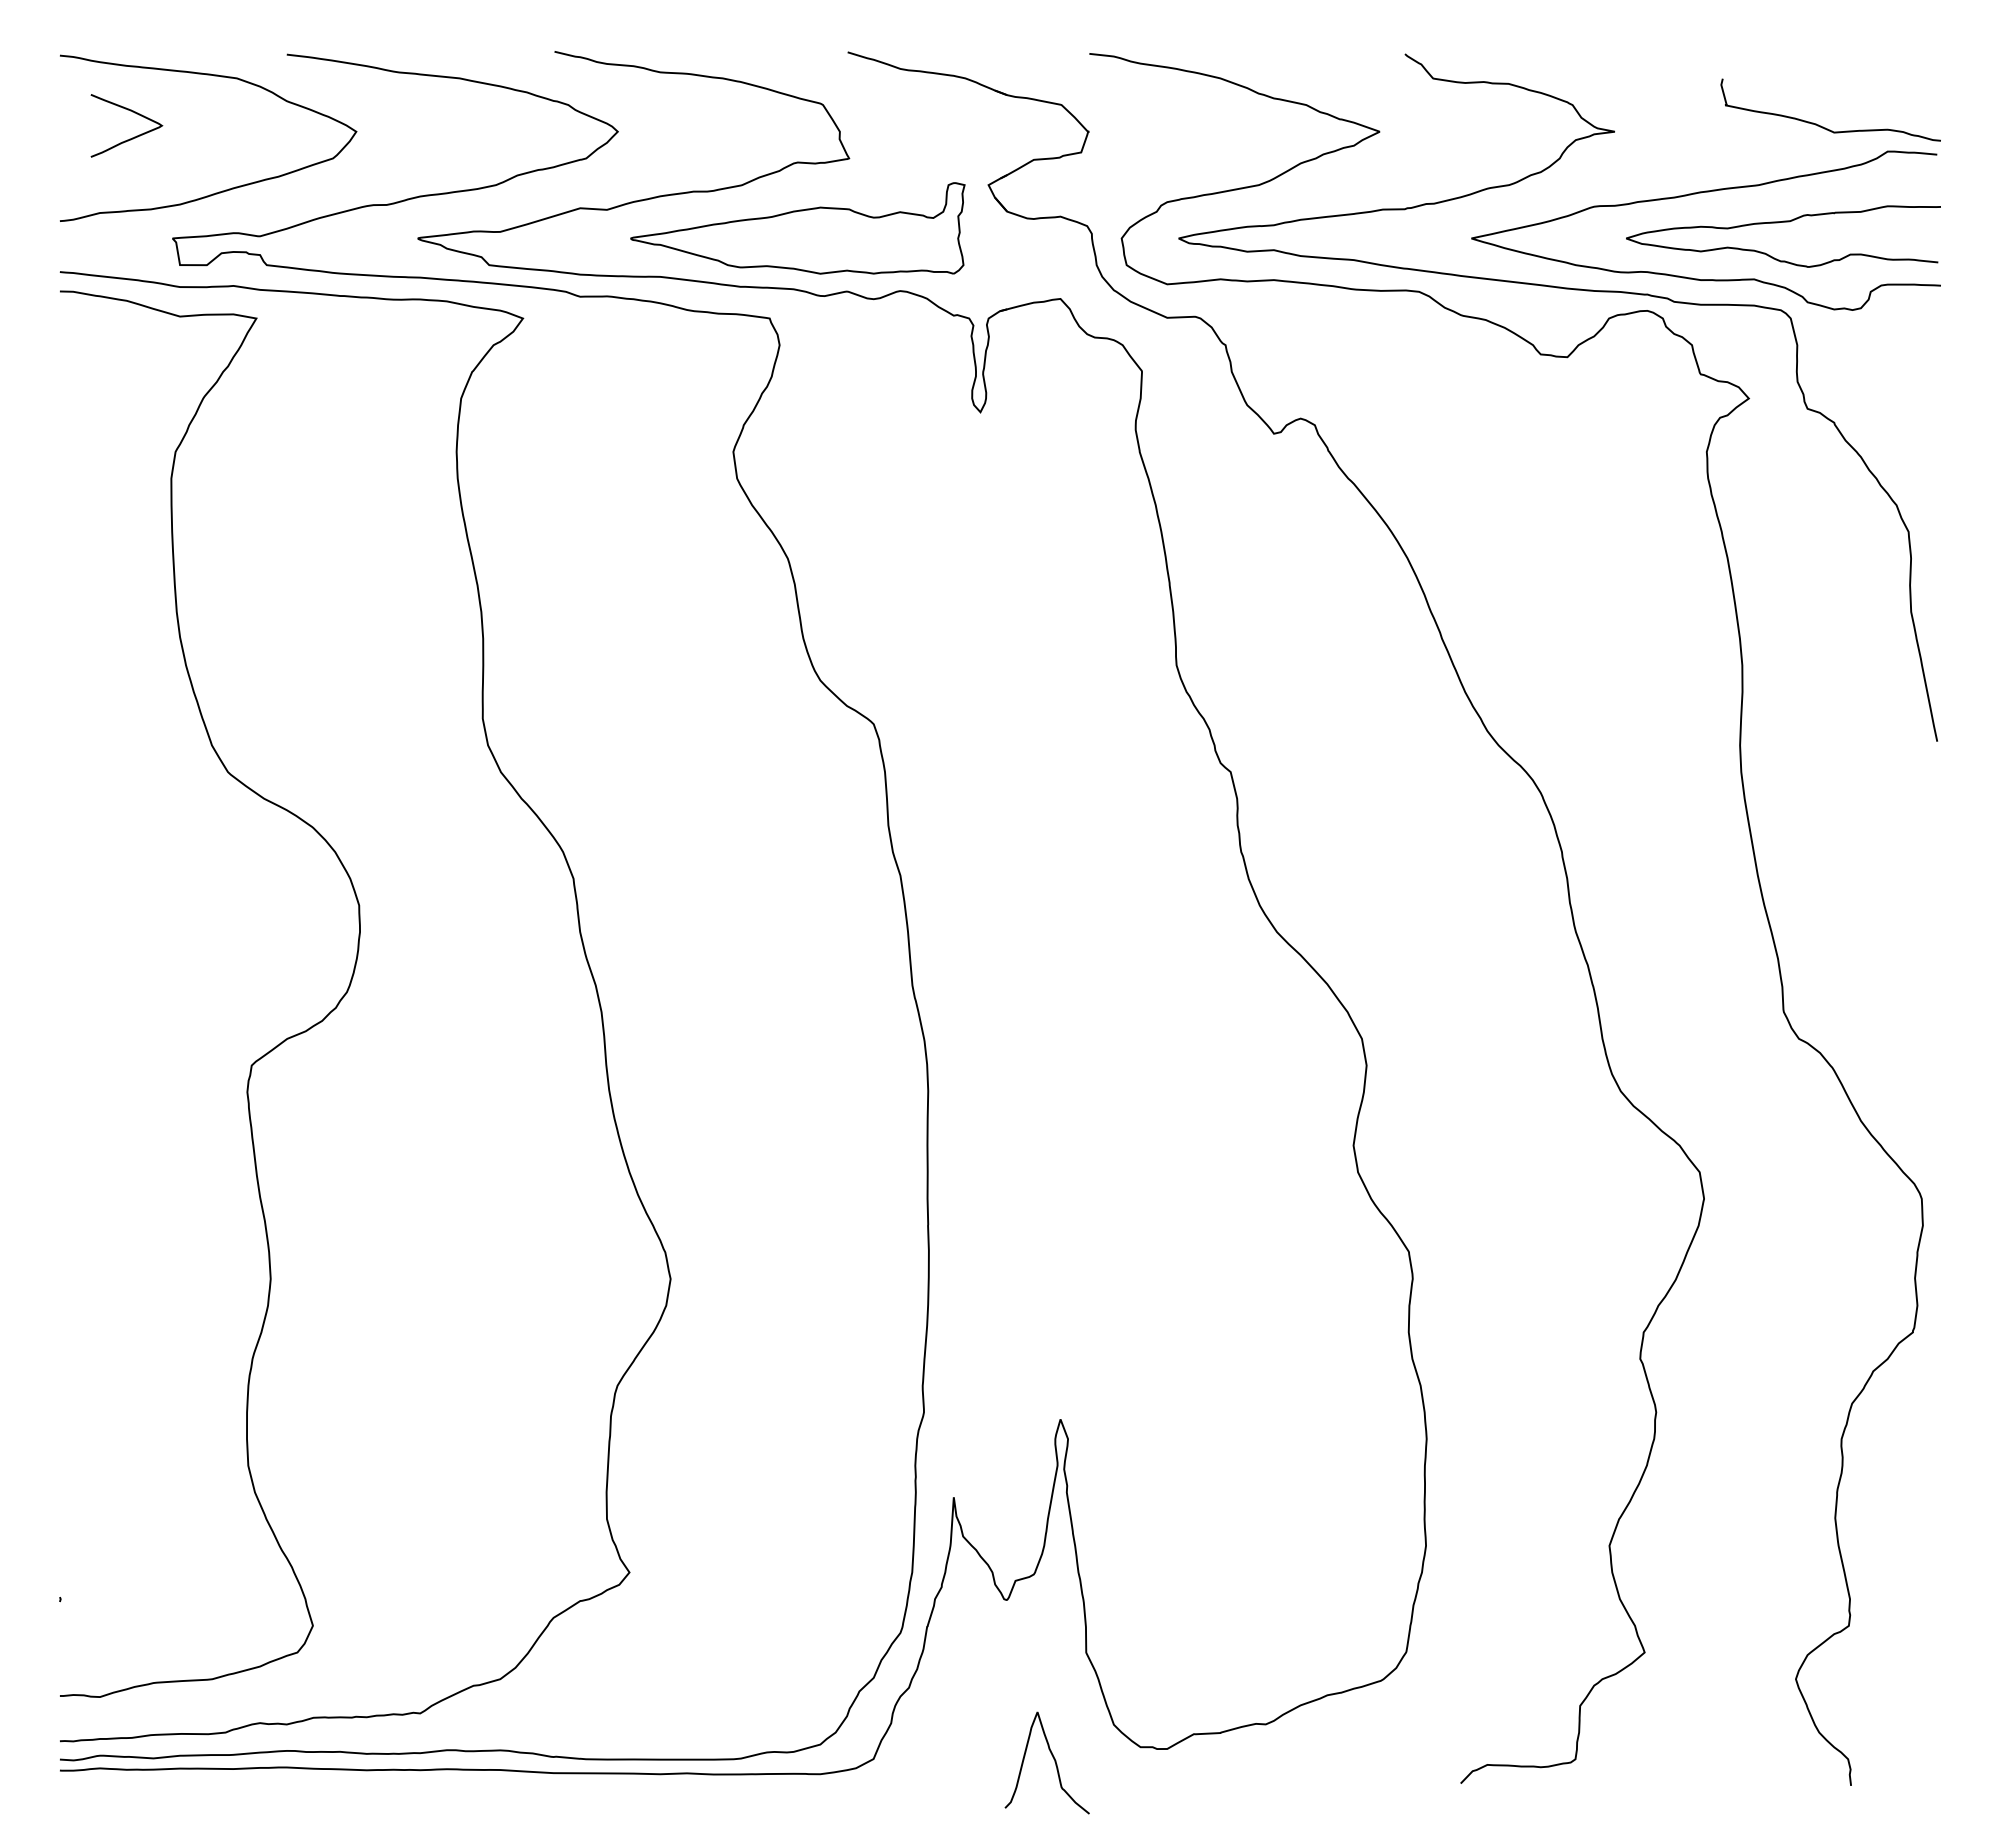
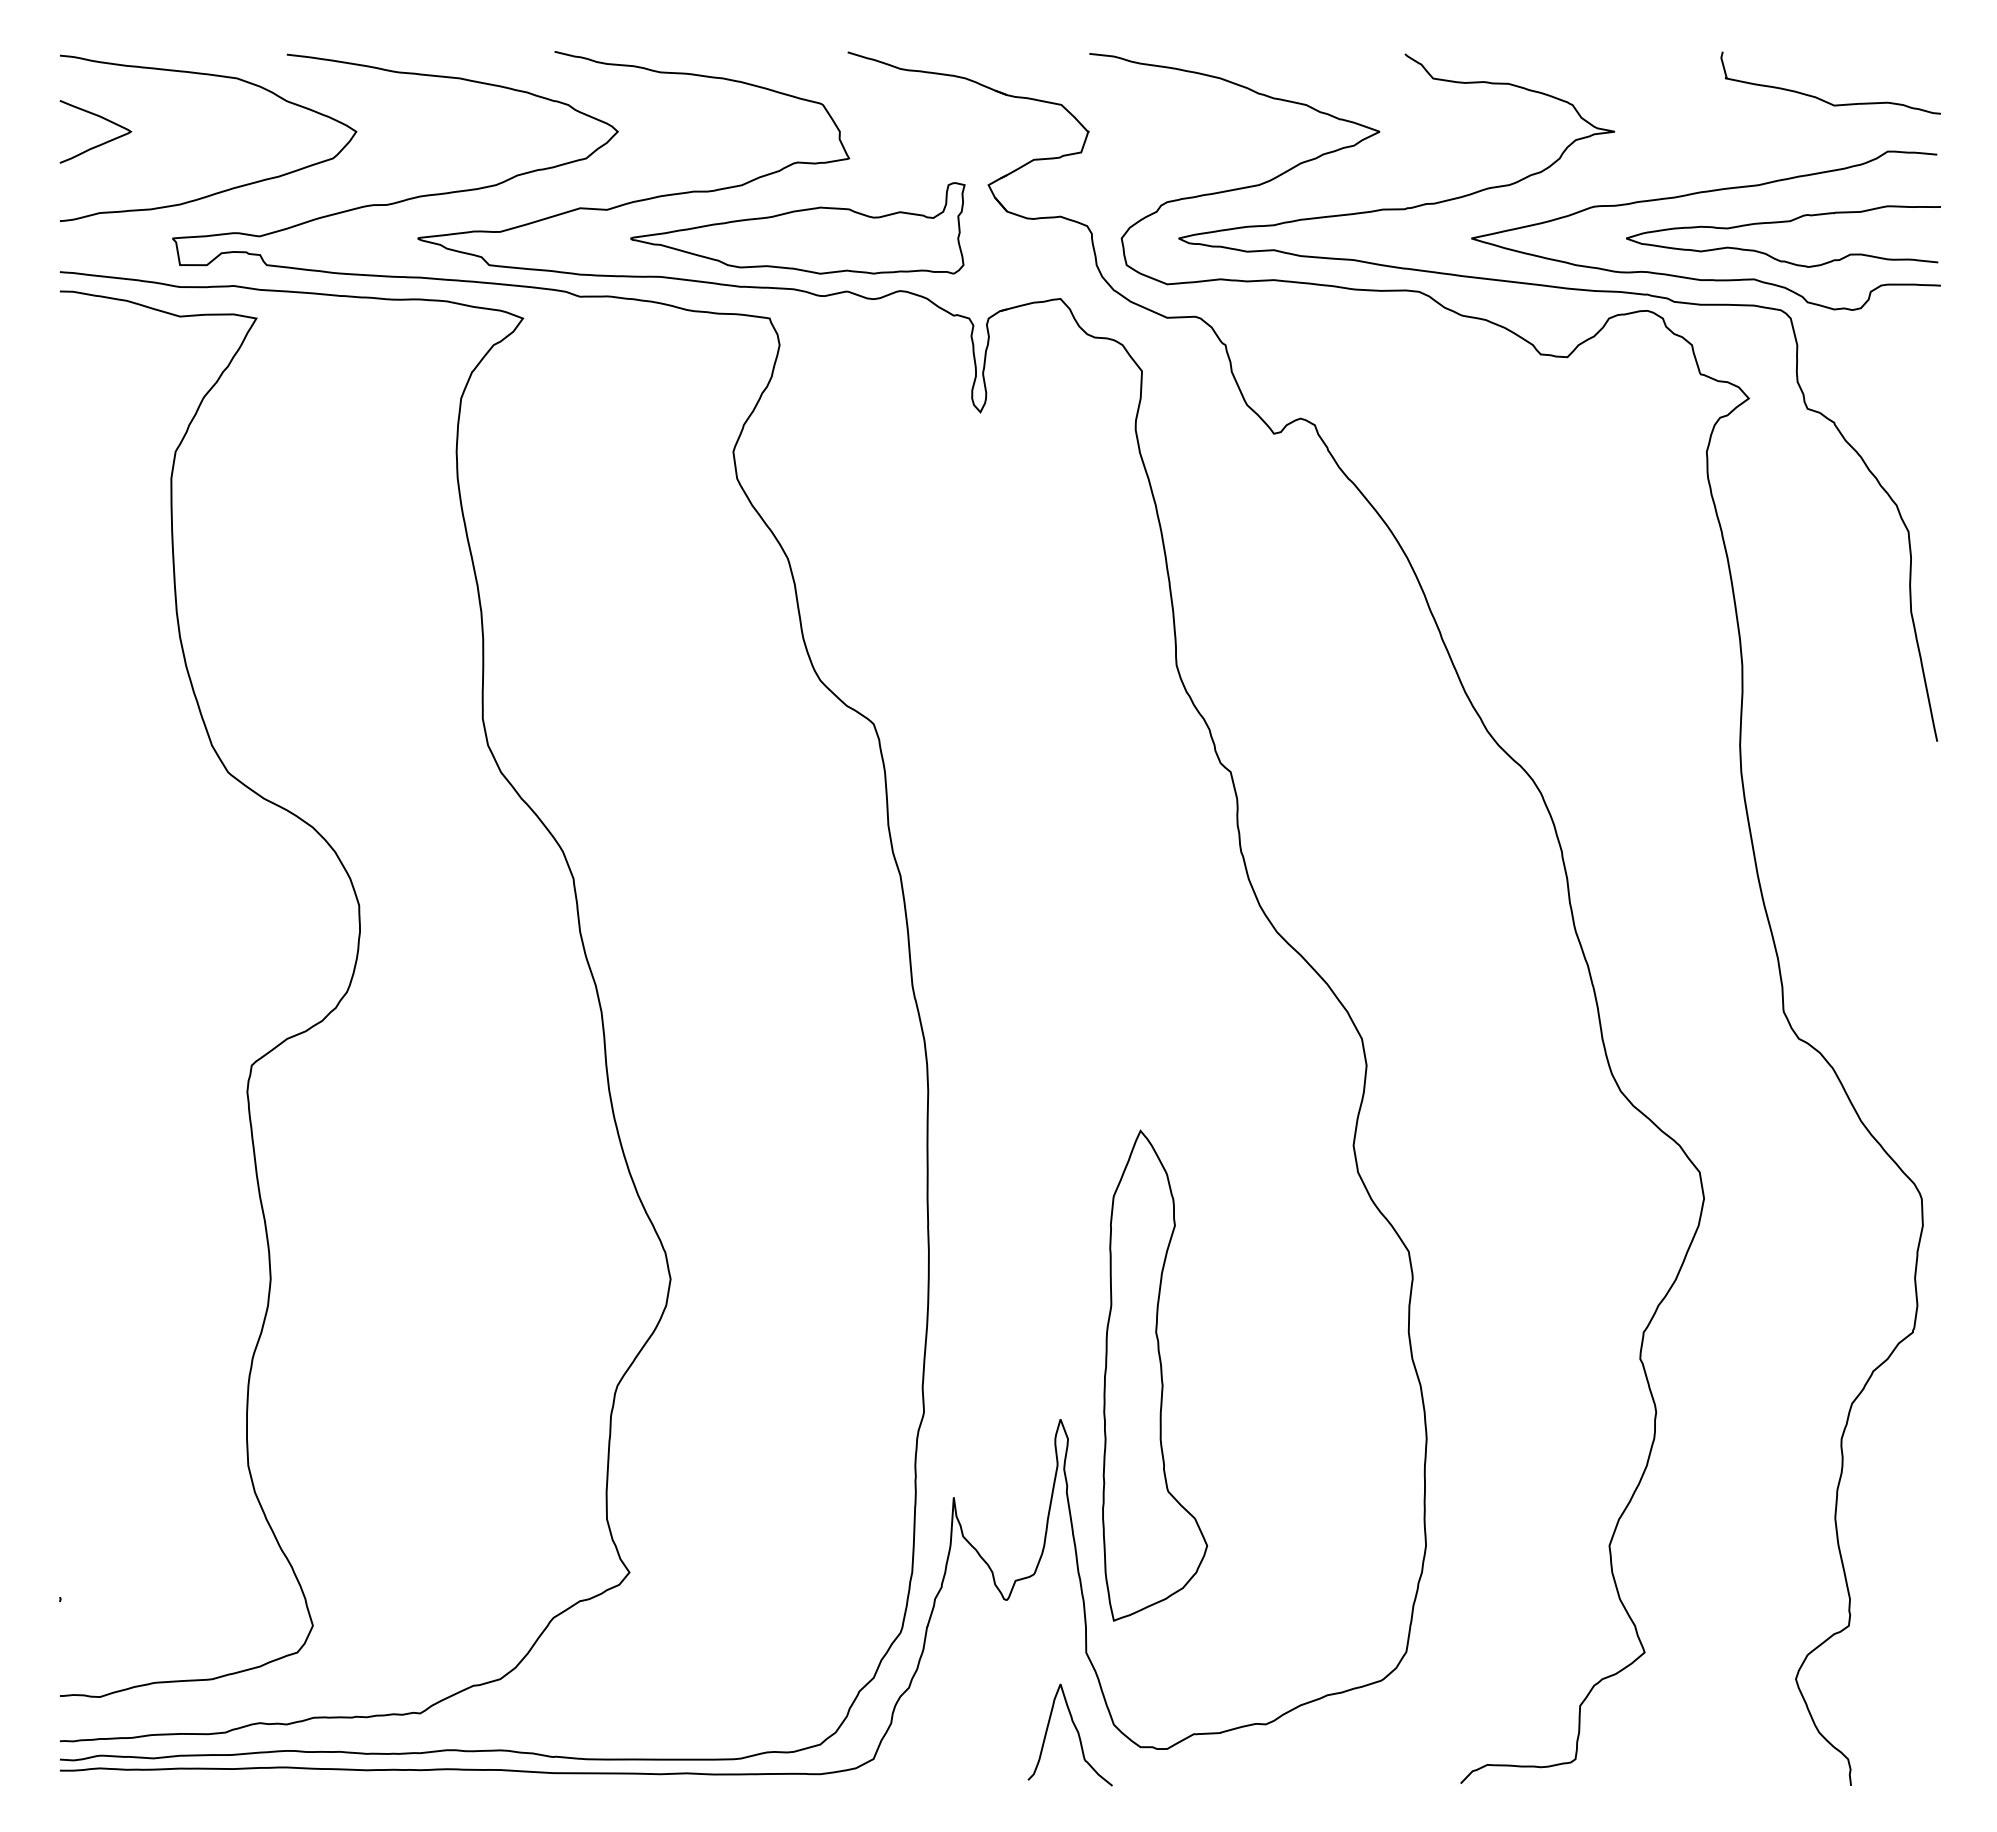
curve at (1821, 125) position: (1821, 125) -> (1821, 98)
curve at (129, 138) position: (129, 138) -> (98, 144)
part at (1155, 1375): none -> present
curve at (1053, 1759) position: (1053, 1759) -> (1076, 1731)
